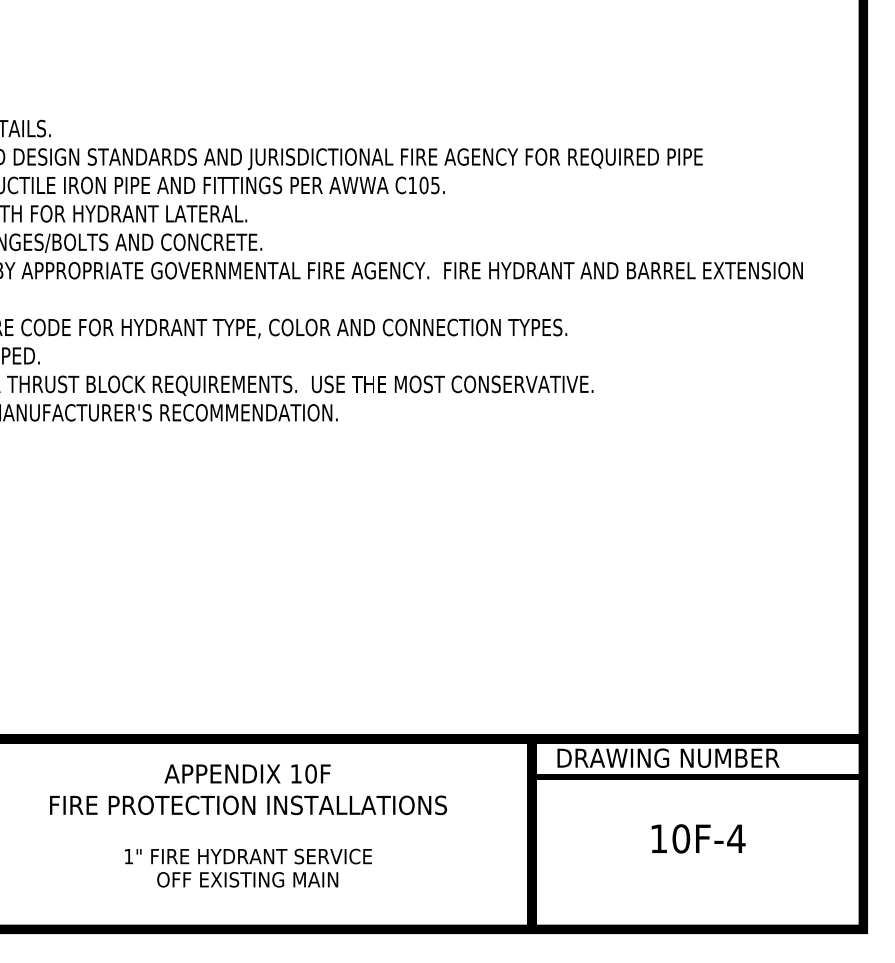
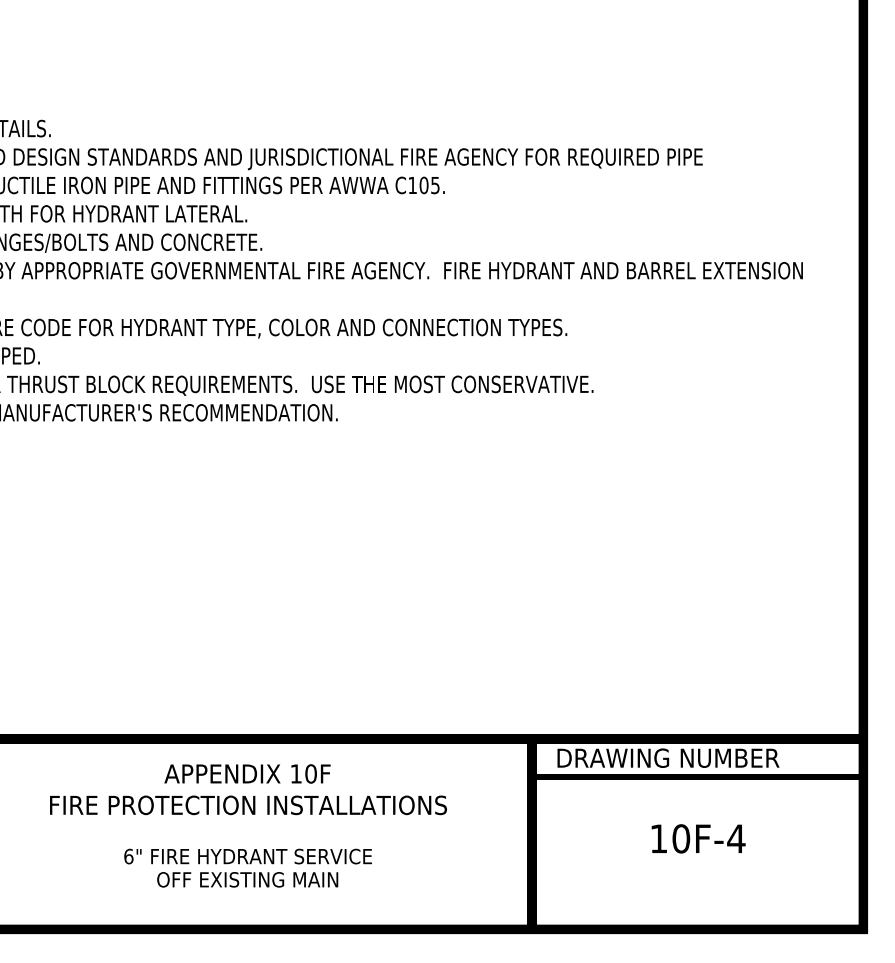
text at (128, 856): 1" -> 6"
